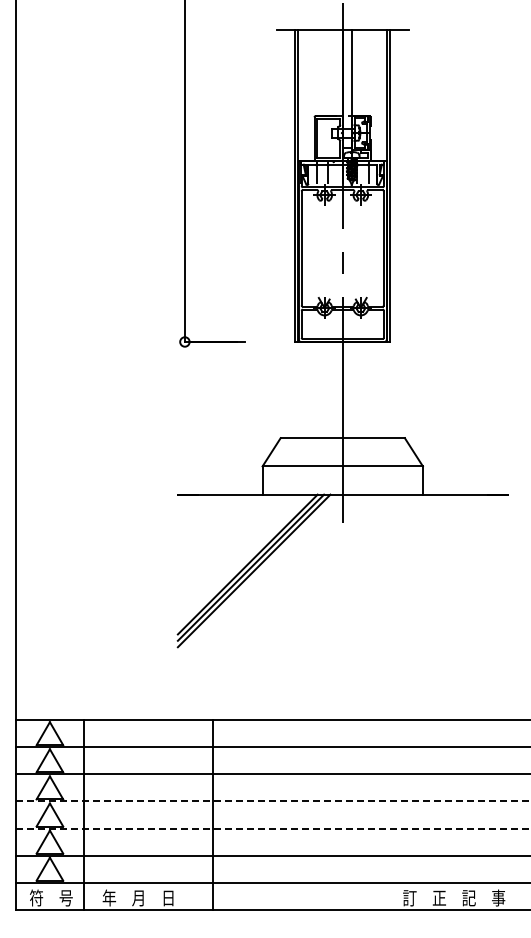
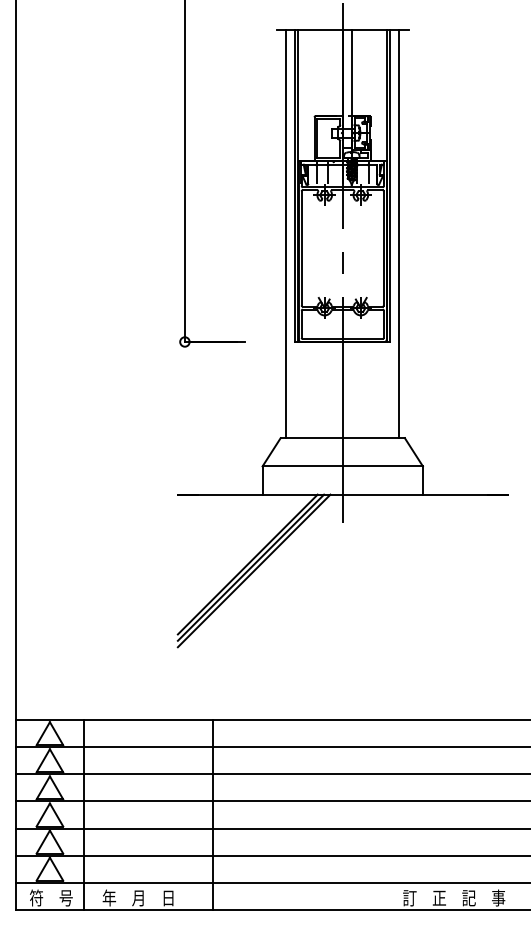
line at (286, 234): none -> present
line at (399, 234): none -> present
line at (273, 801): dashed -> solid
line at (273, 828): dashed -> solid
